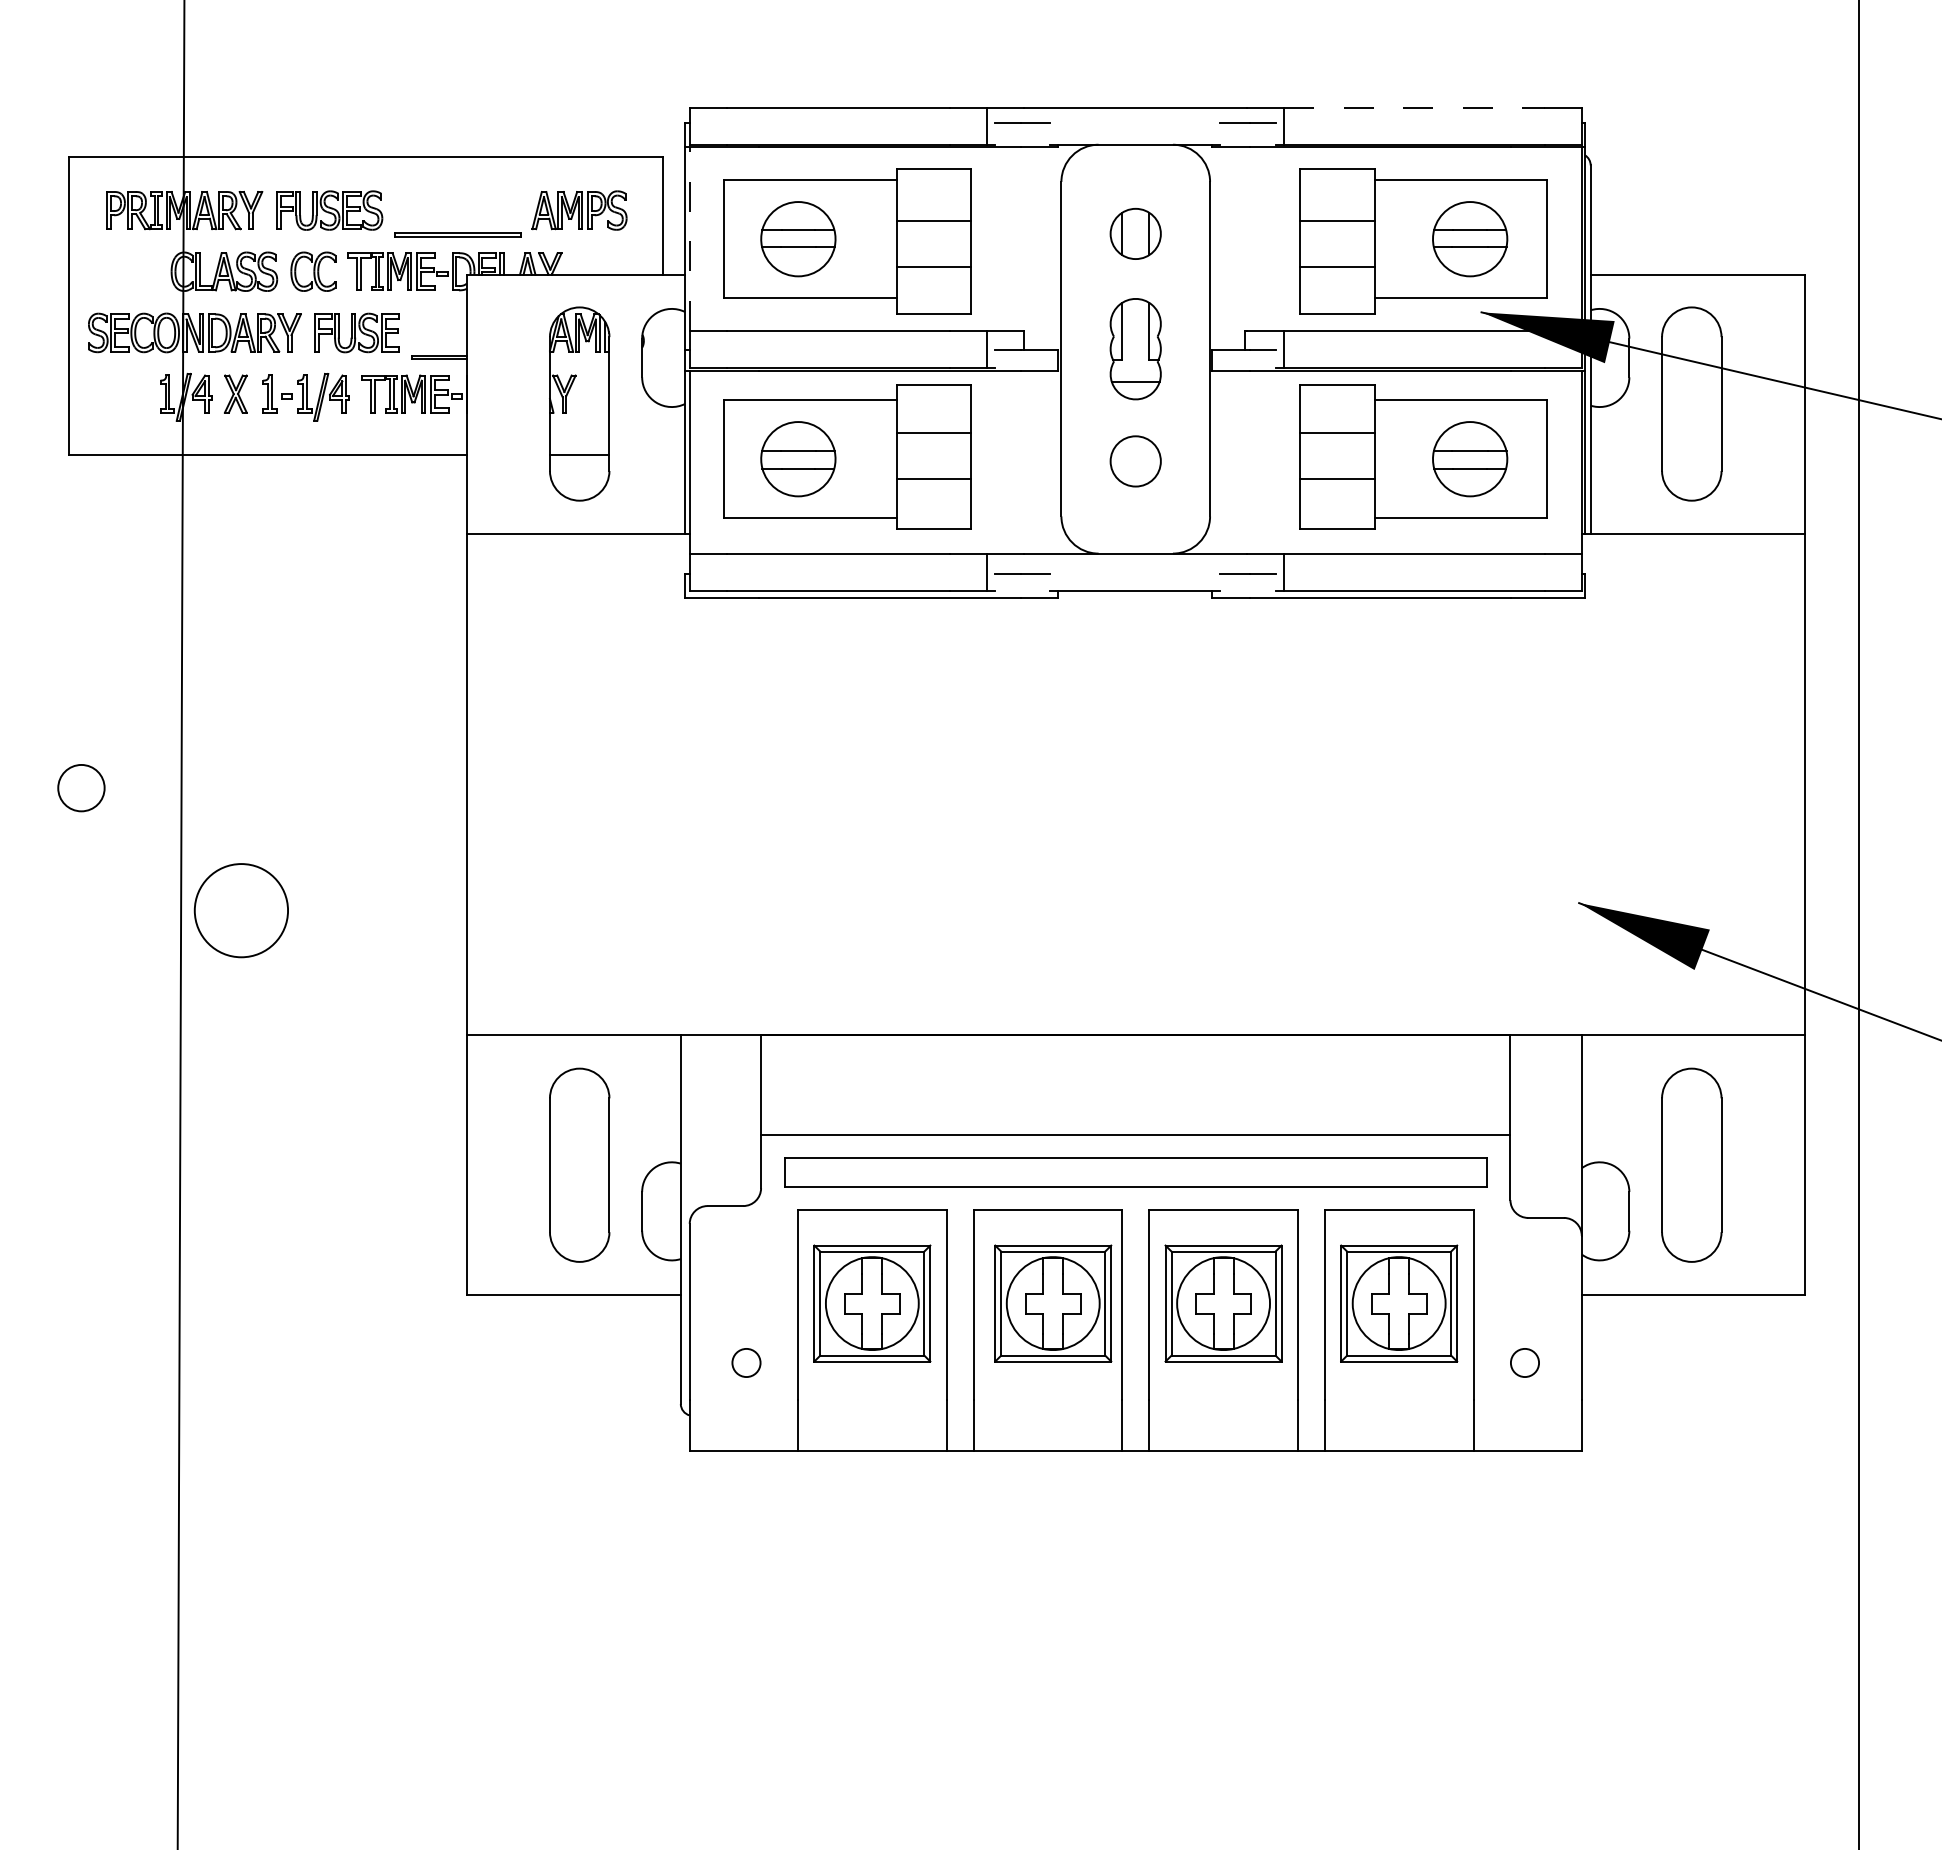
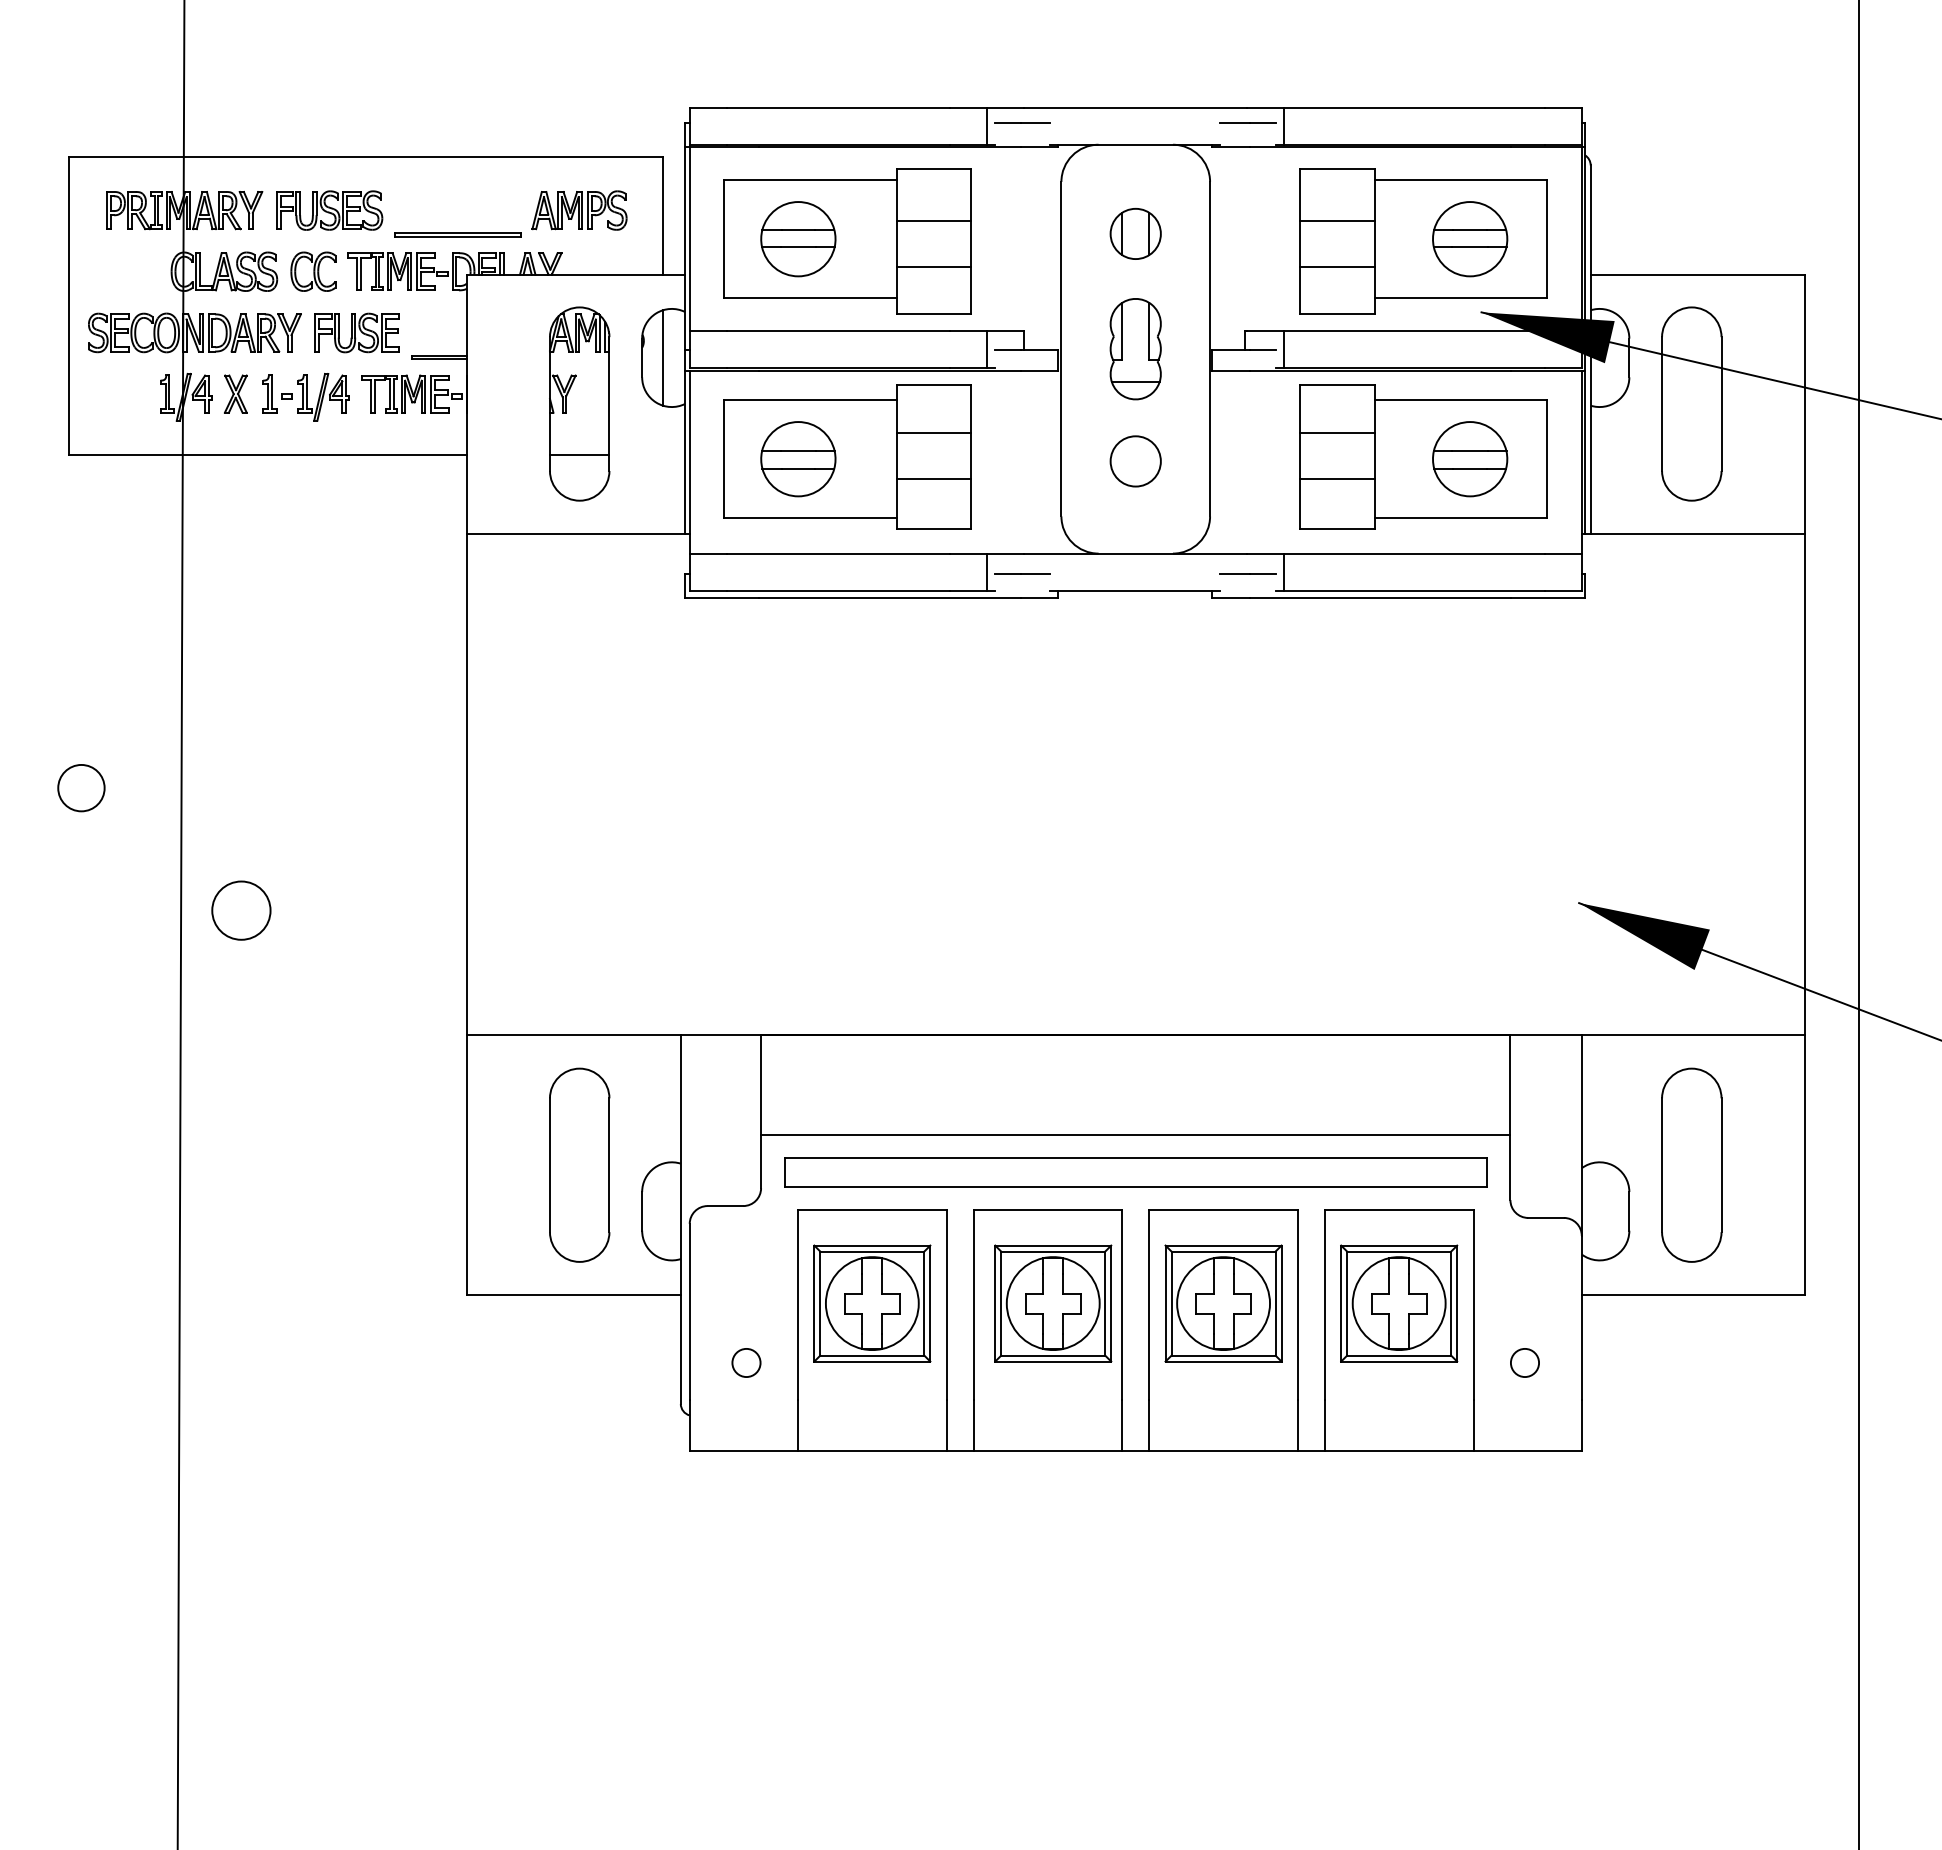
line at (1415, 107): dashed -> solid
line at (689, 238): dashed -> solid
line at (663, 357): none -> present
circle at (241, 910) diameter: 93 px -> 58 px
